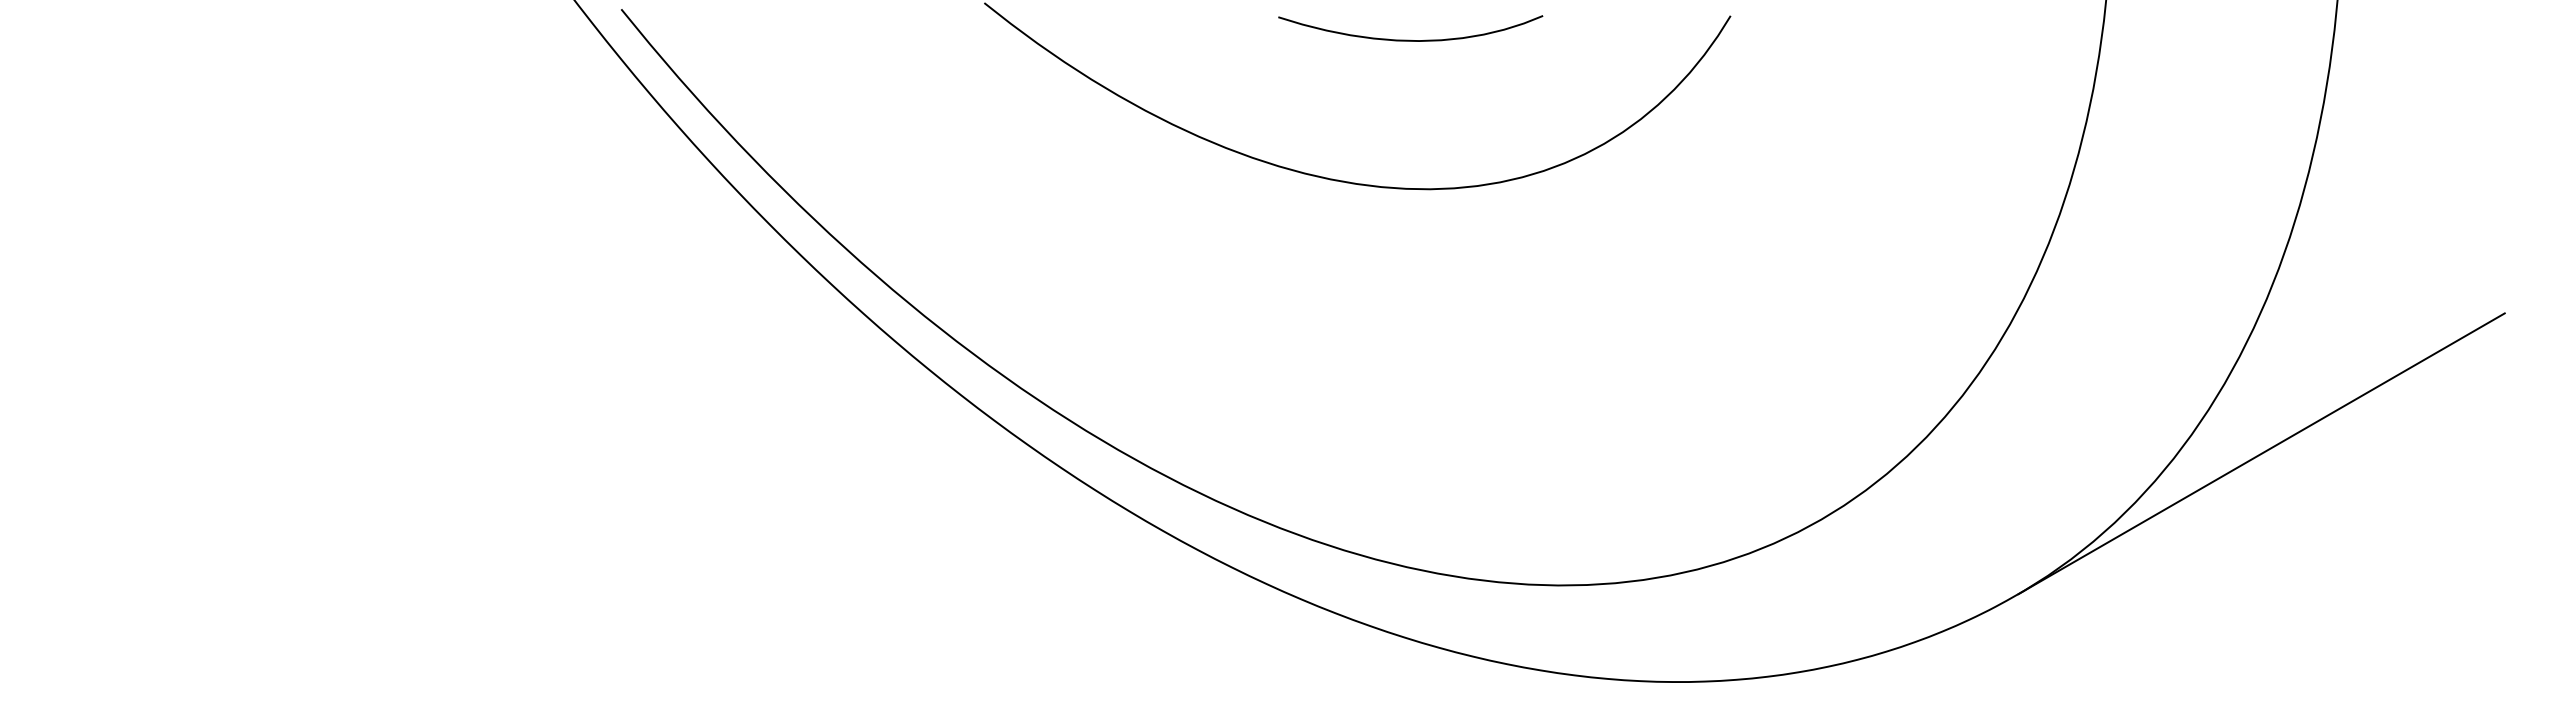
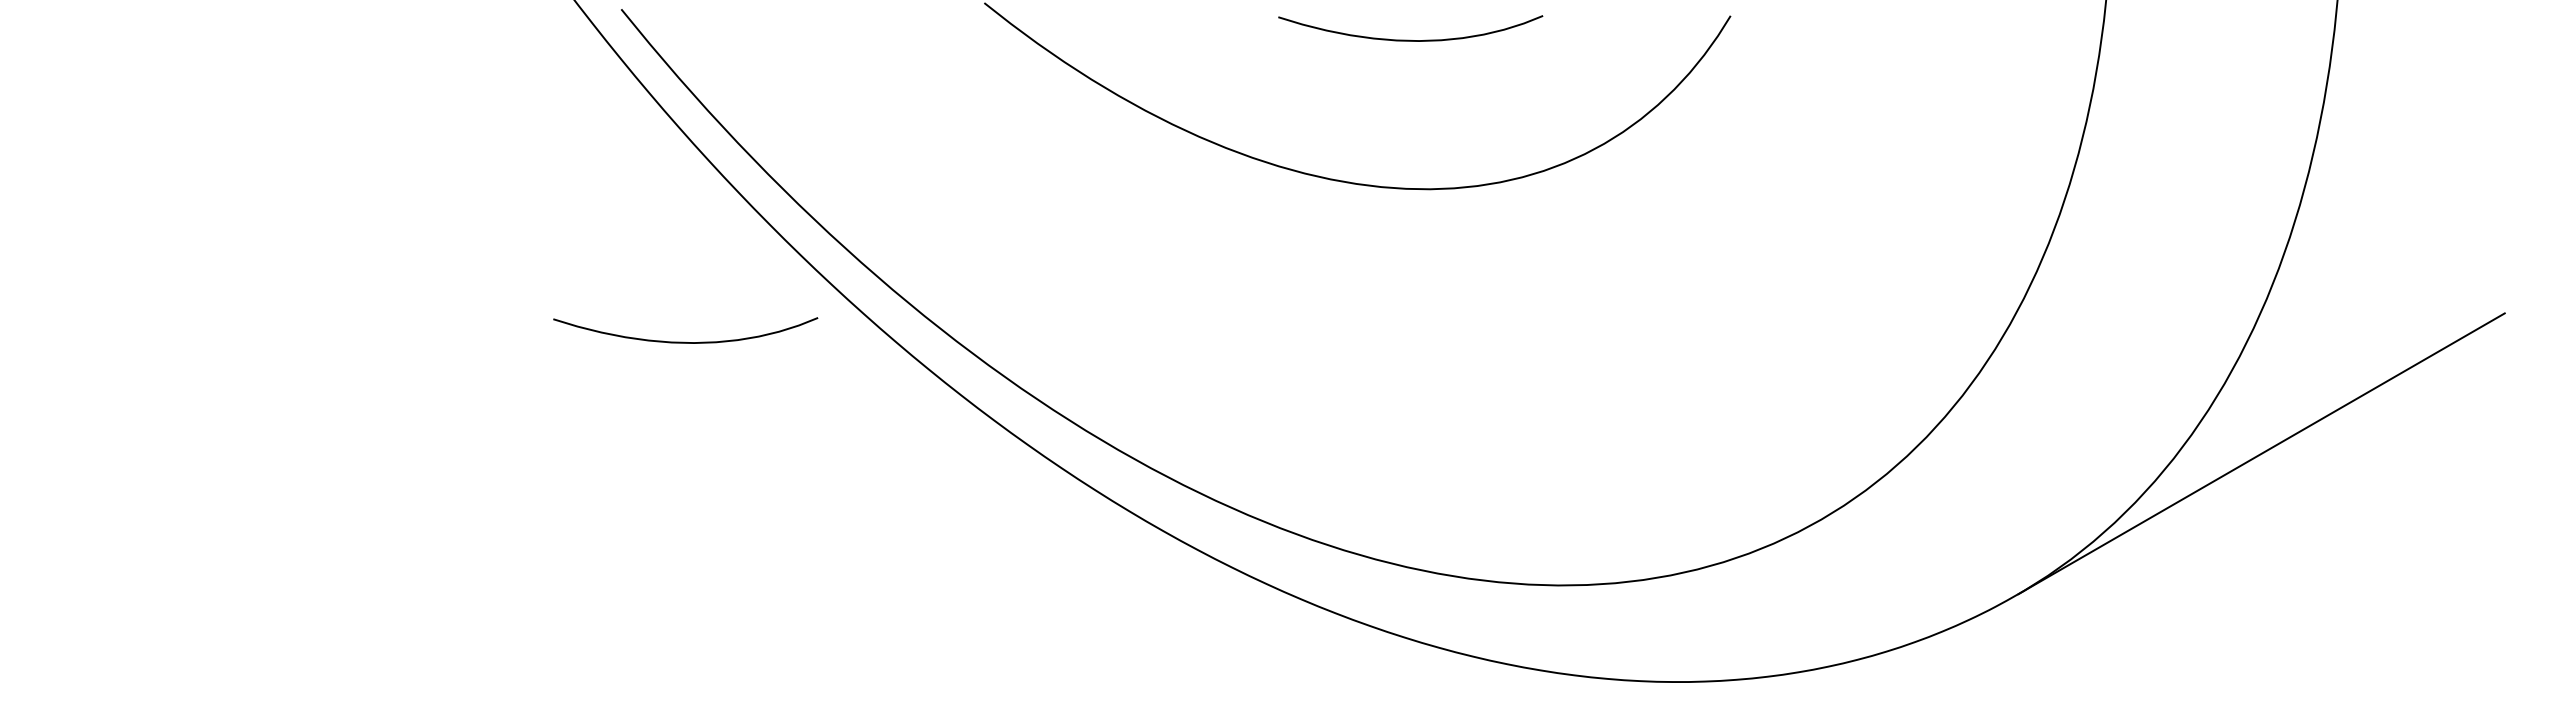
curve at (685, 341): none -> present
